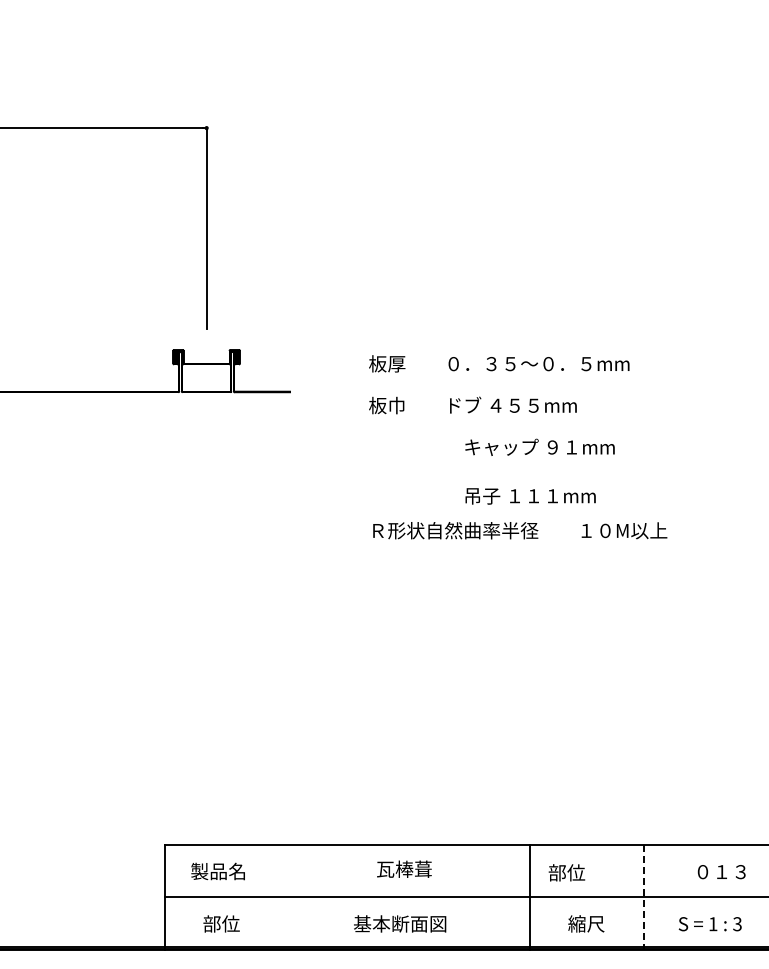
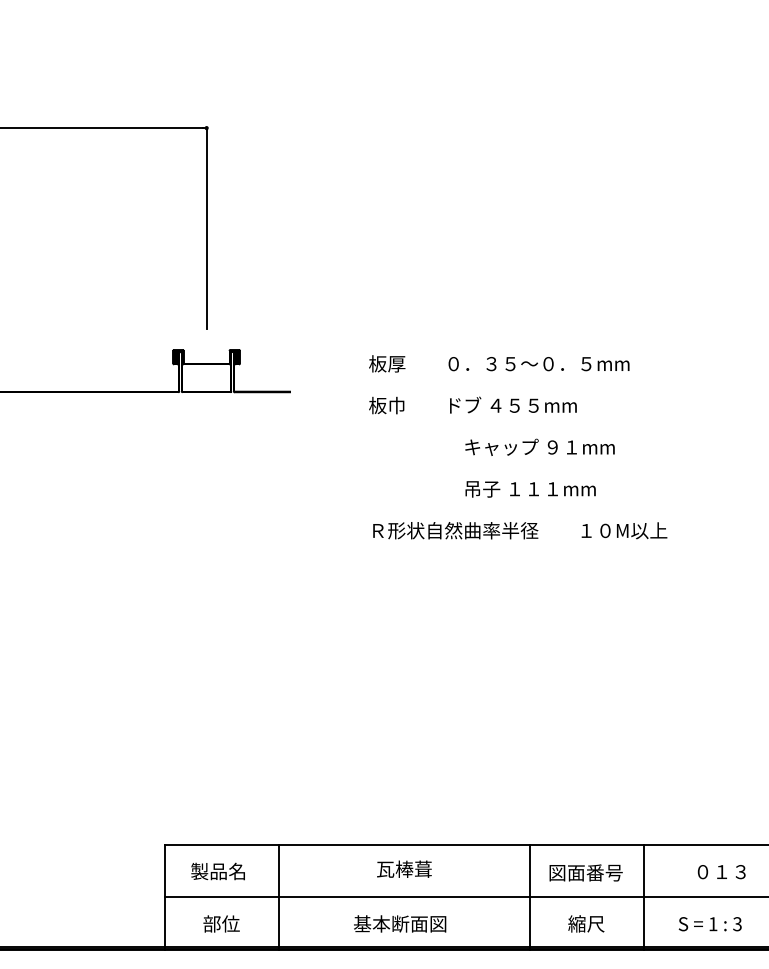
text at (530, 496) position: (530, 496) -> (530, 489)
text at (585, 872): 部位 -> 図面番号
line at (278, 897): none -> present
line at (643, 897): dashed -> solid
